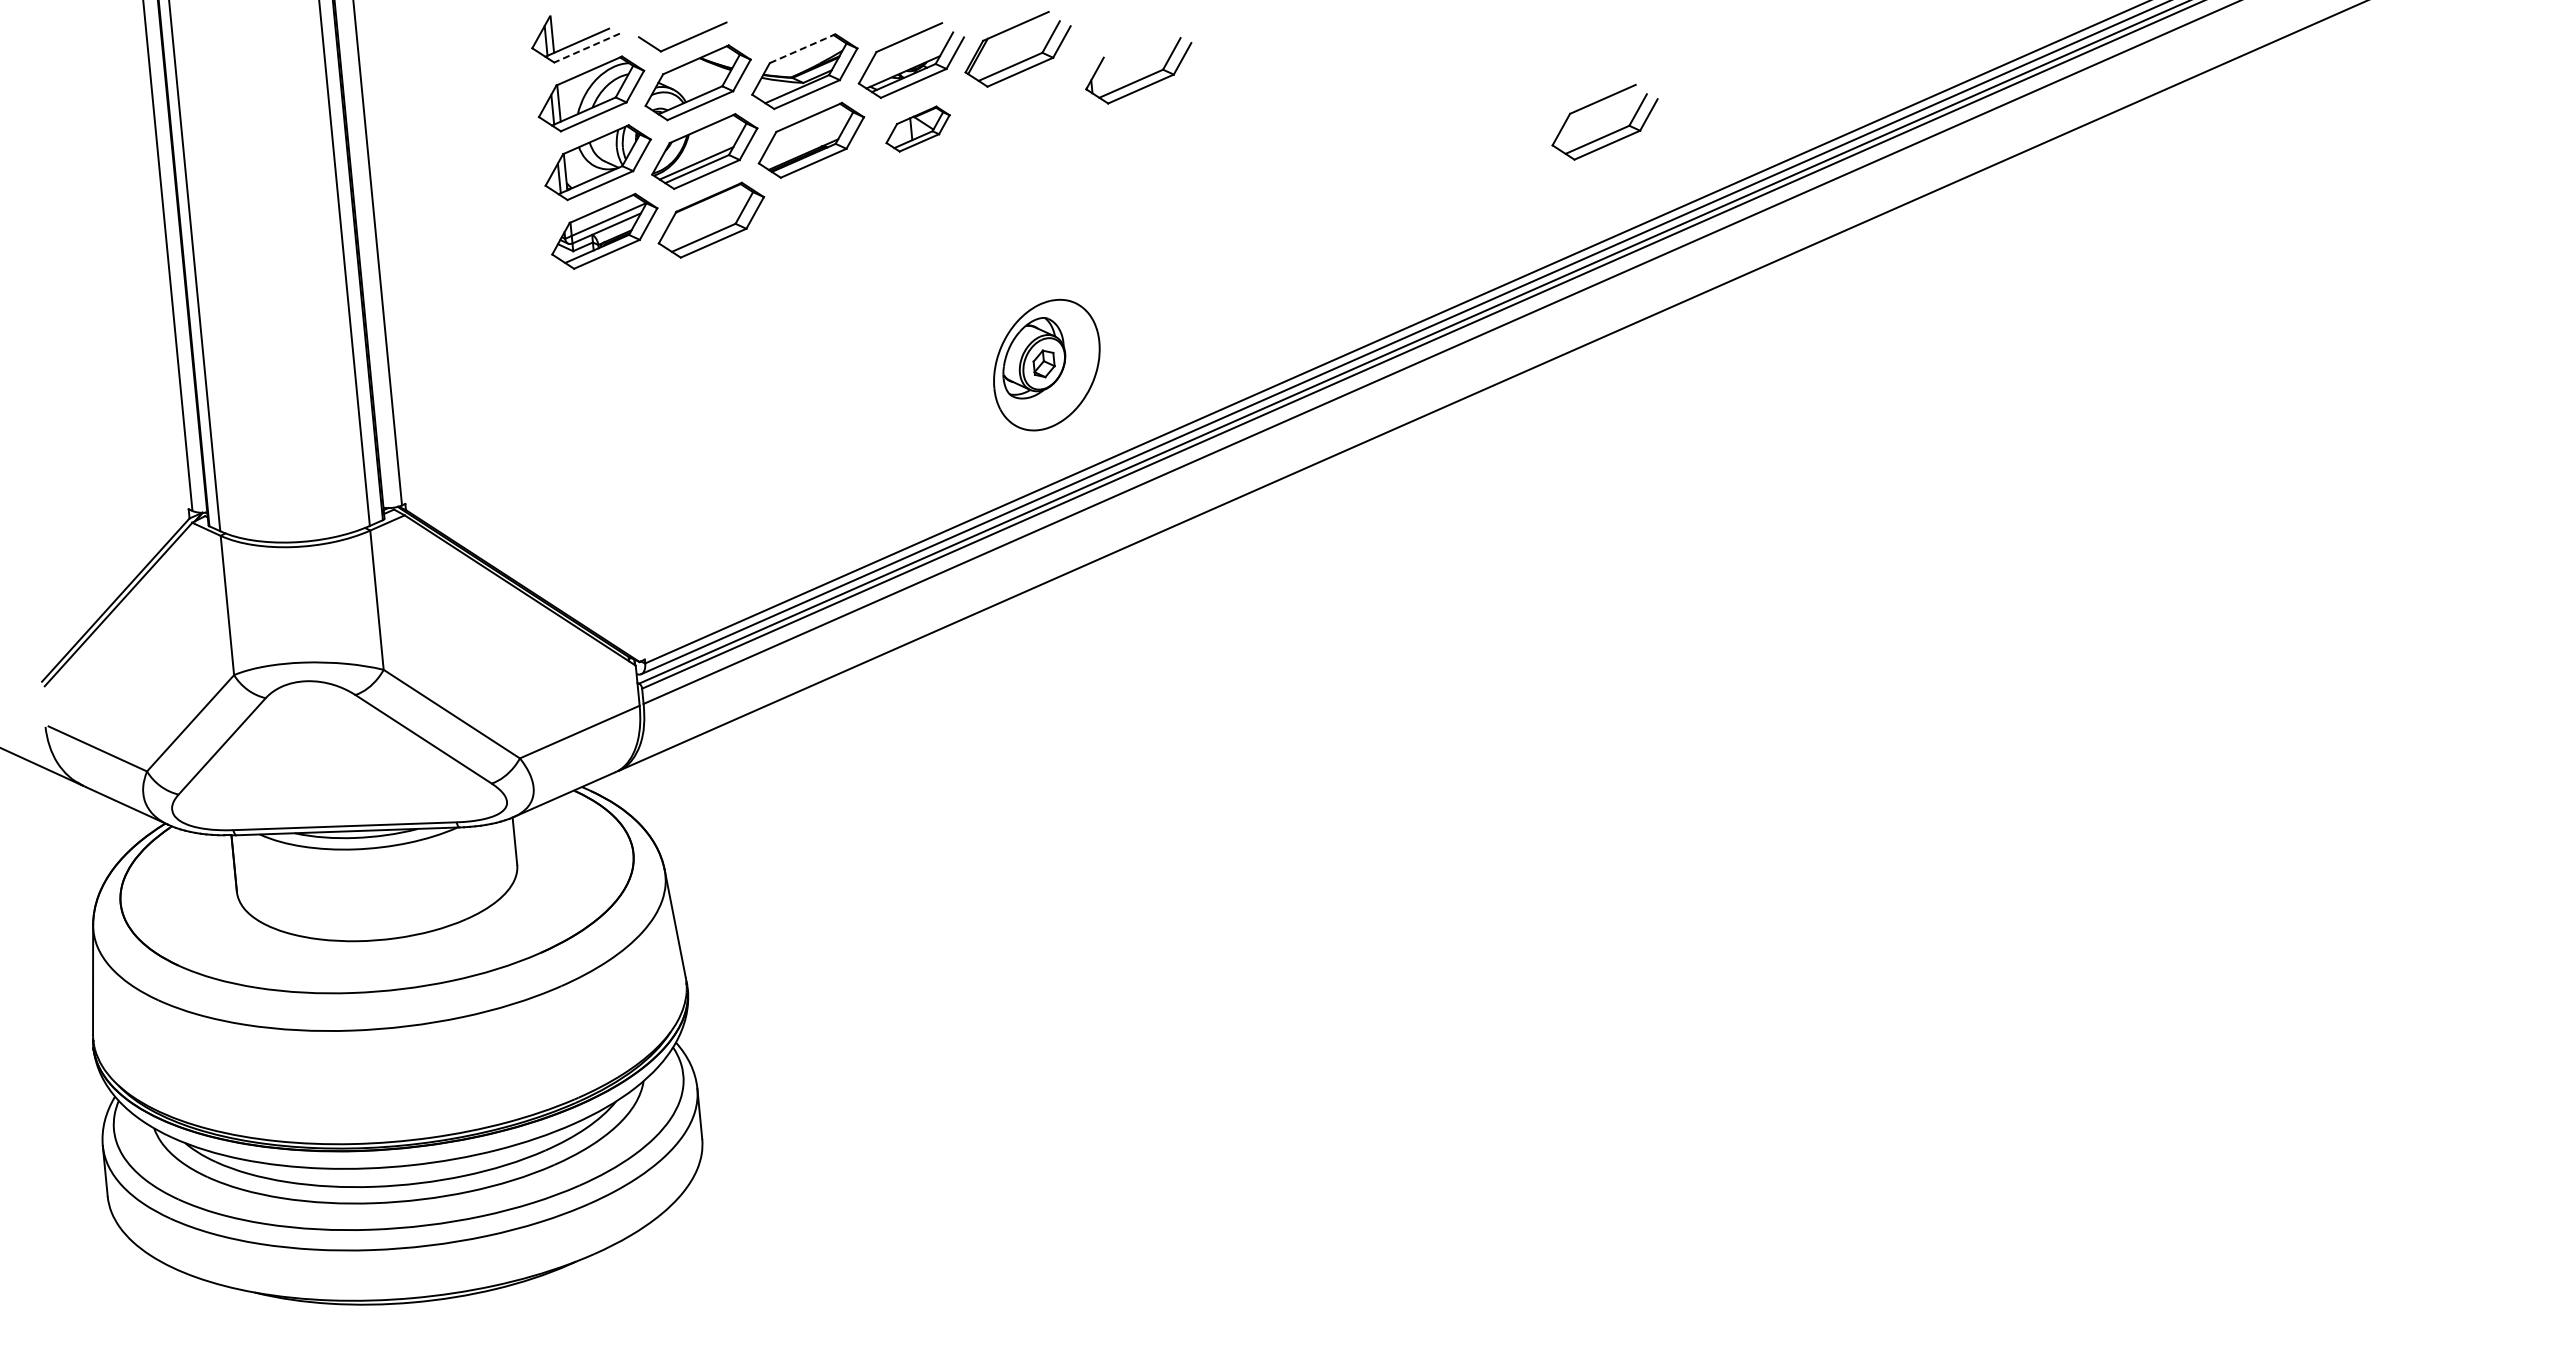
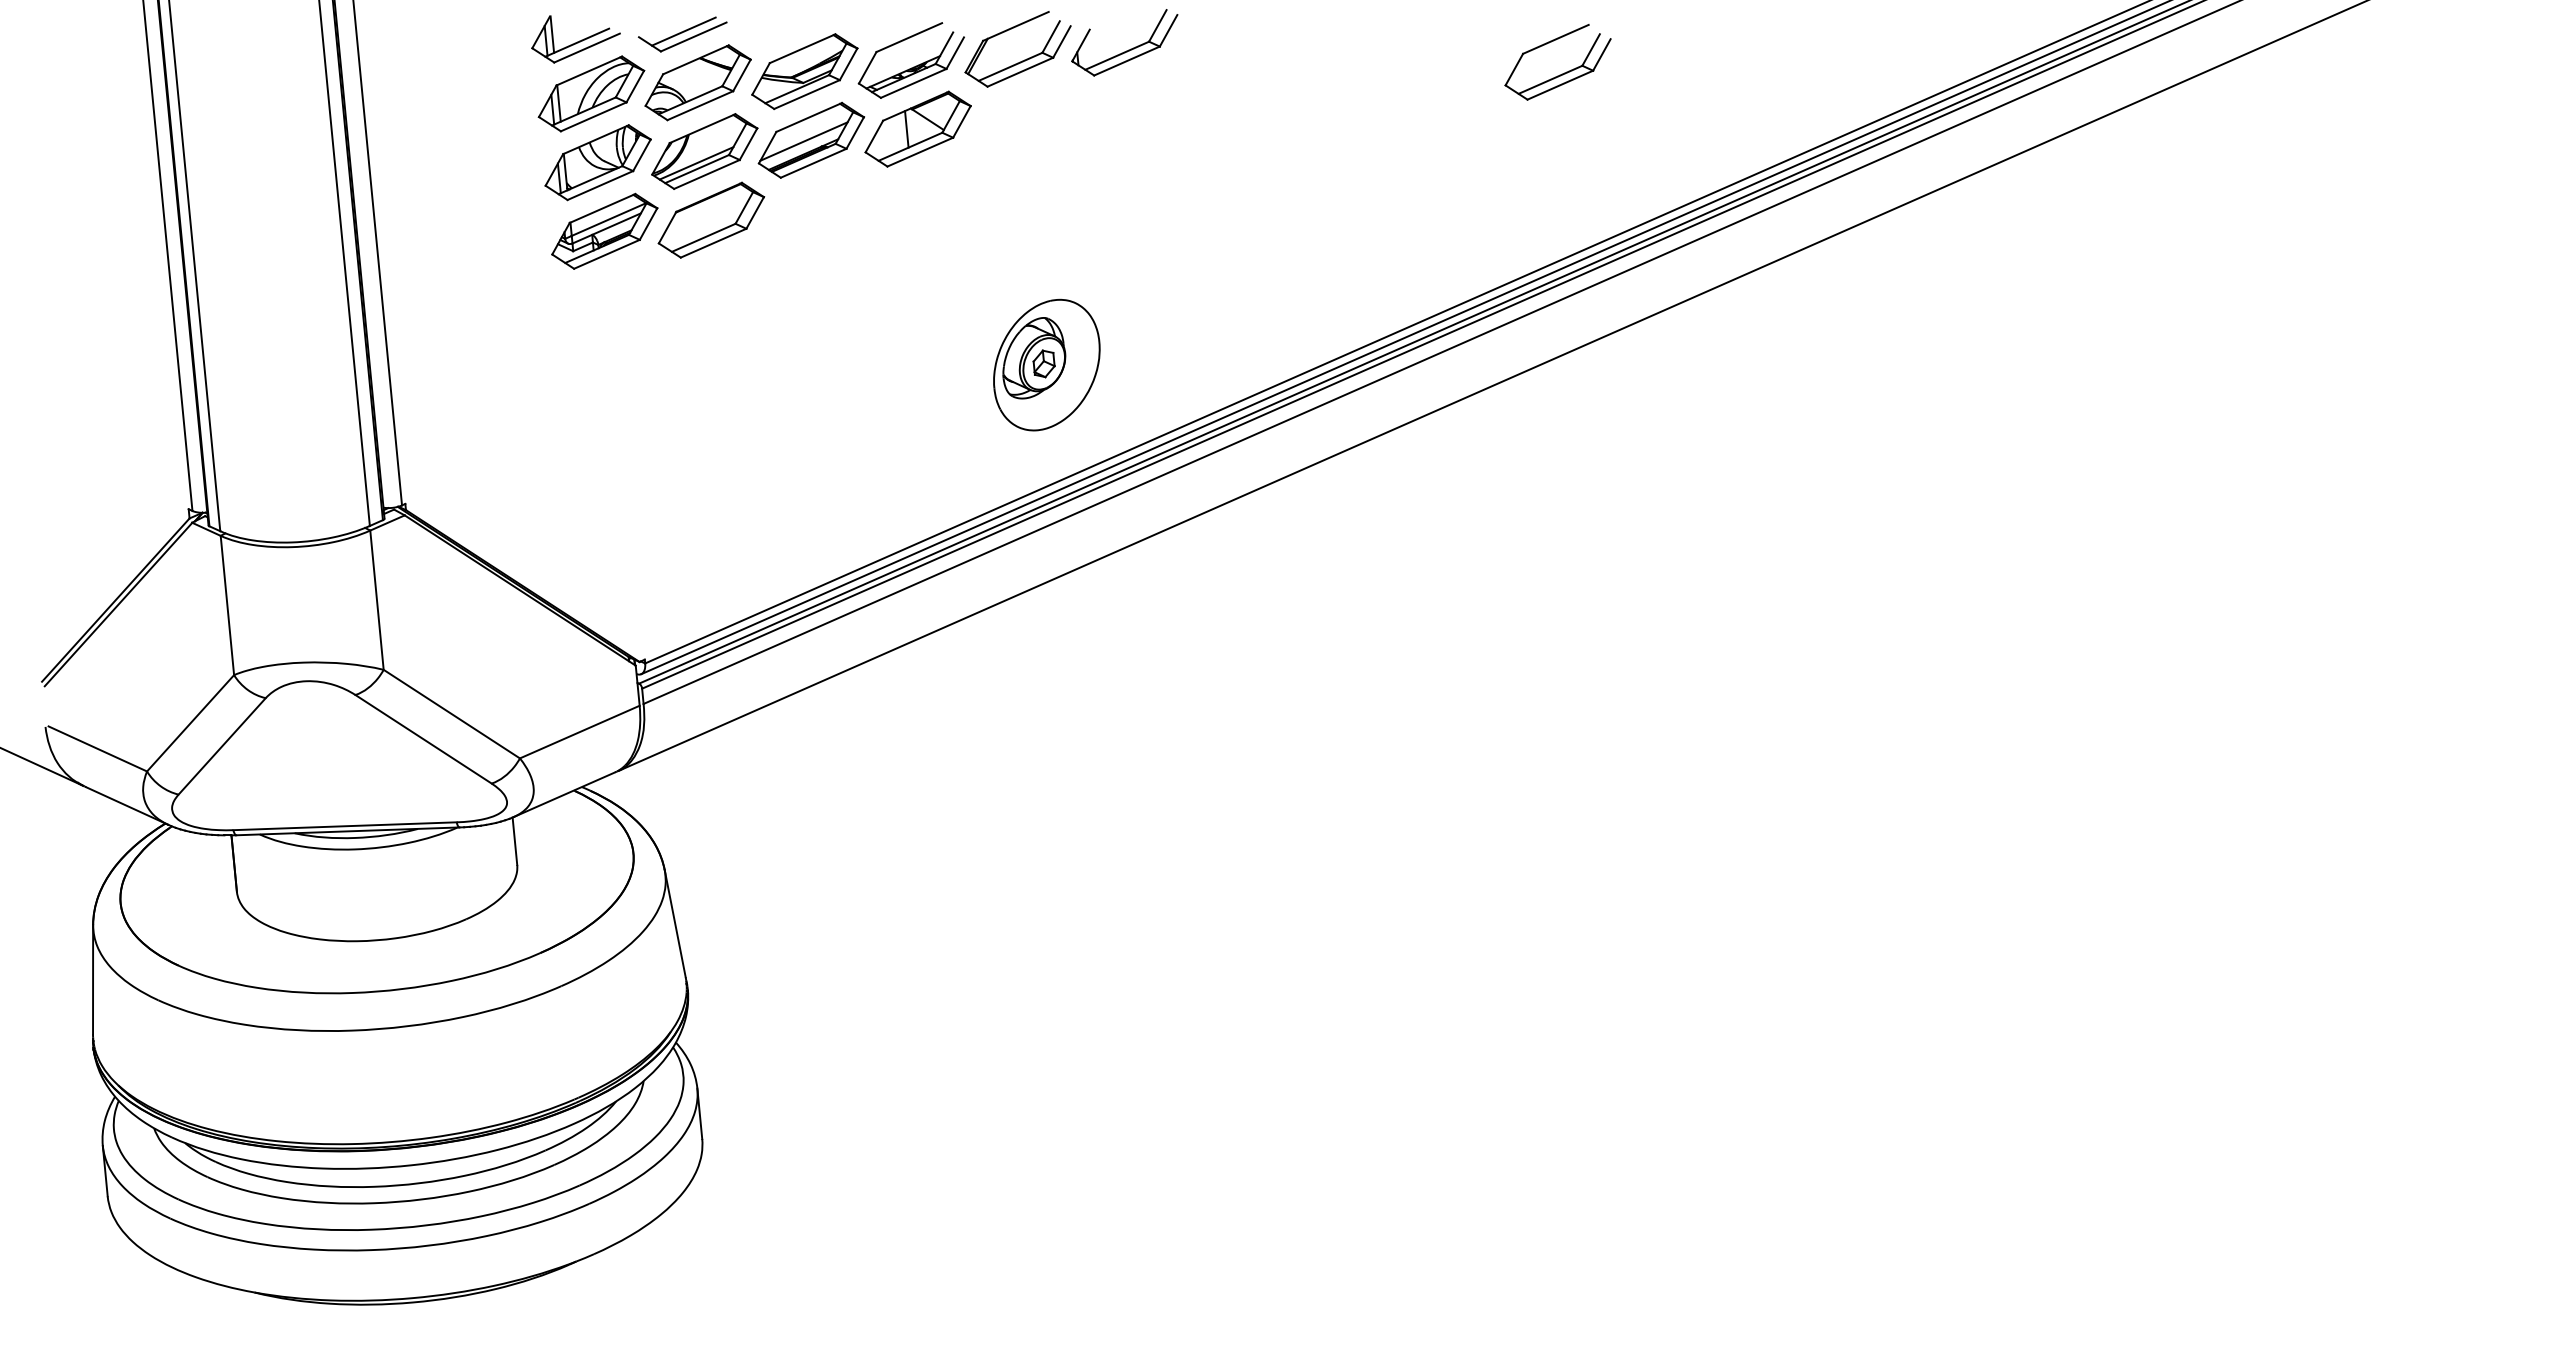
line at (683, 31): none -> present
line at (587, 48): dashed -> solid
line at (802, 48): dashed -> solid
part at (1142, 77) position: (1142, 77) -> (1128, 49)
part at (917, 128) size: 66x48 px -> 108x78 px
part at (1609, 133) position: (1609, 133) -> (1562, 73)
line at (803, 141): none -> present
